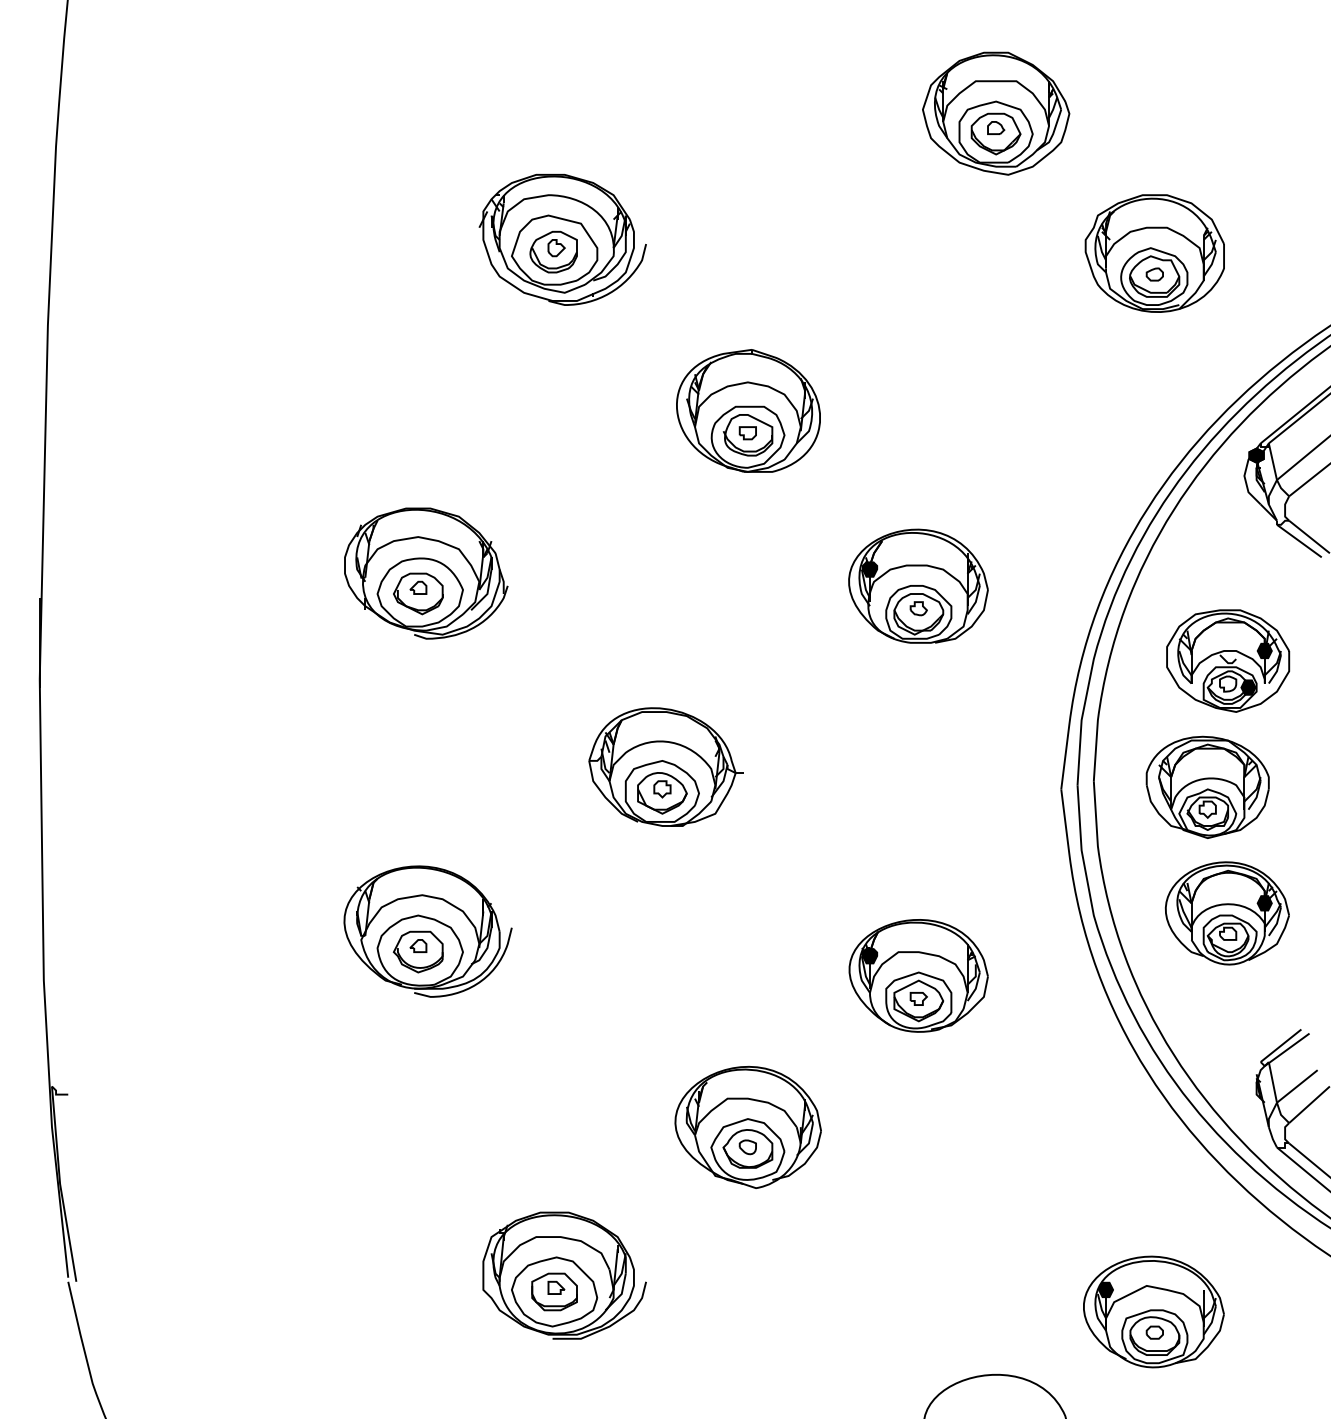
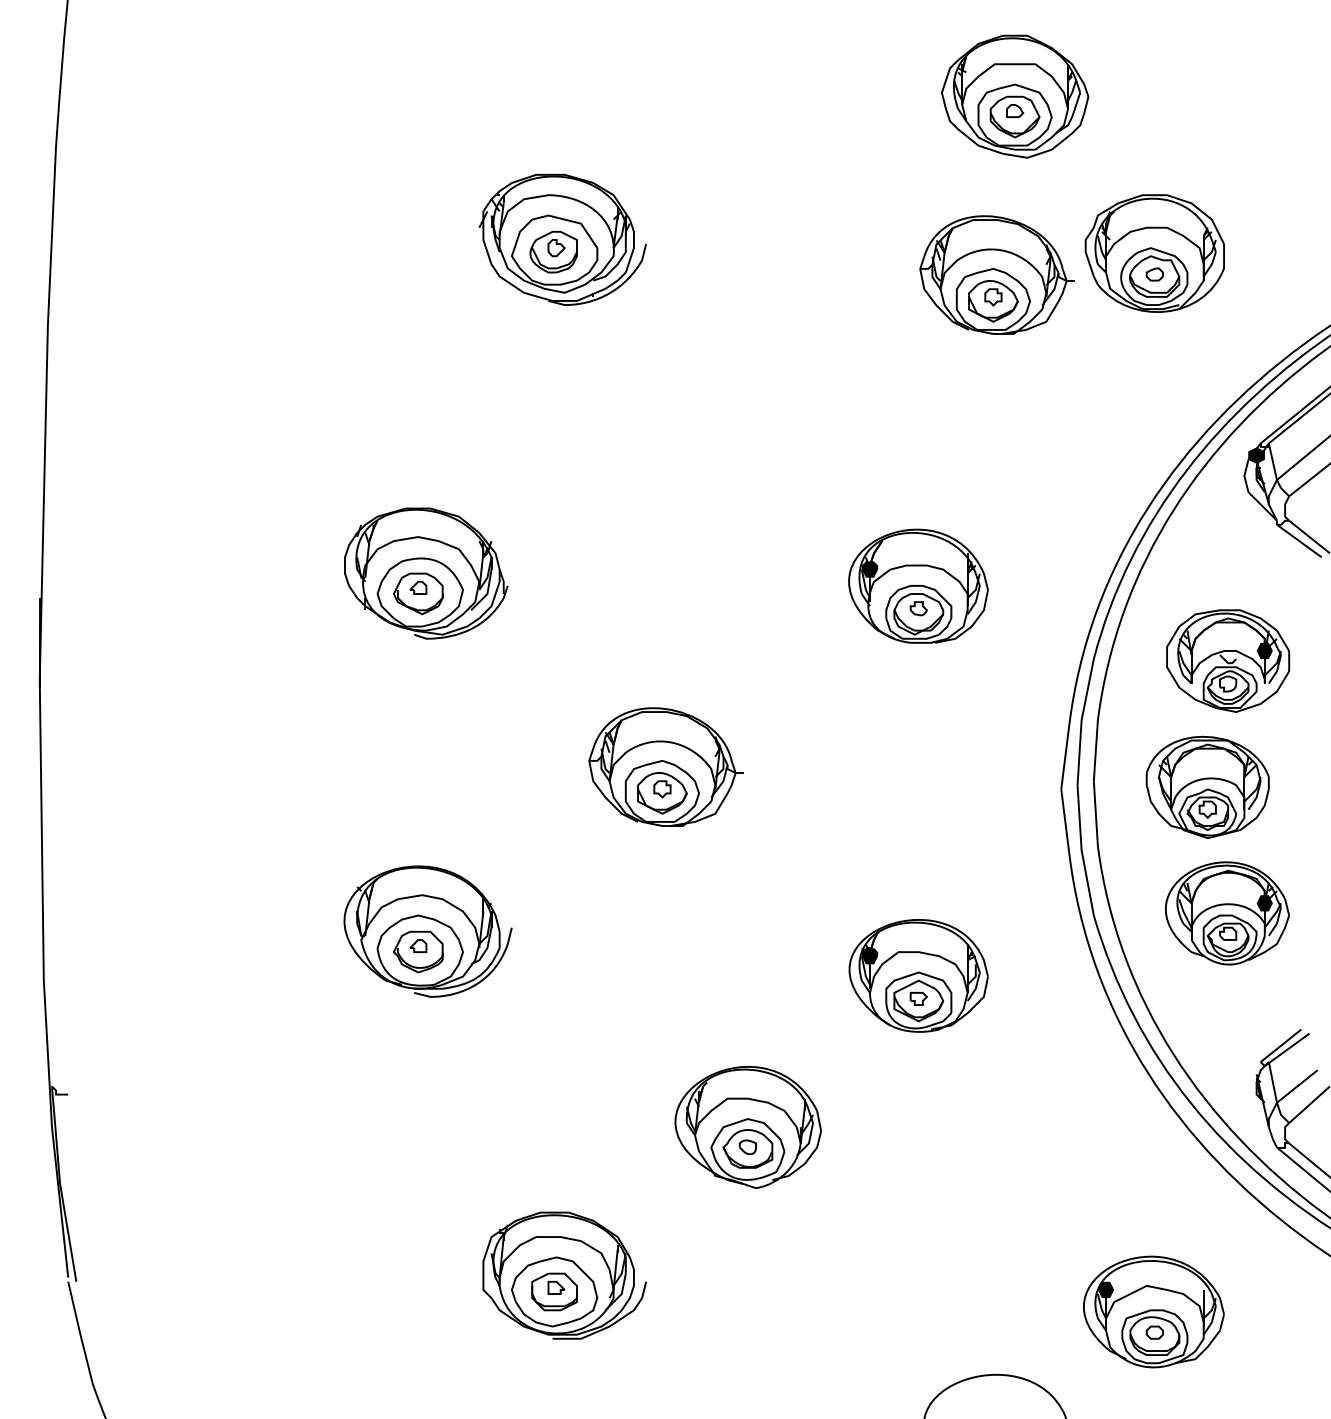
part at (996, 113) position: (996, 113) -> (1015, 96)
part at (996, 274): none -> present
part at (748, 410): present -> none
fill at (1248, 687): present -> none
